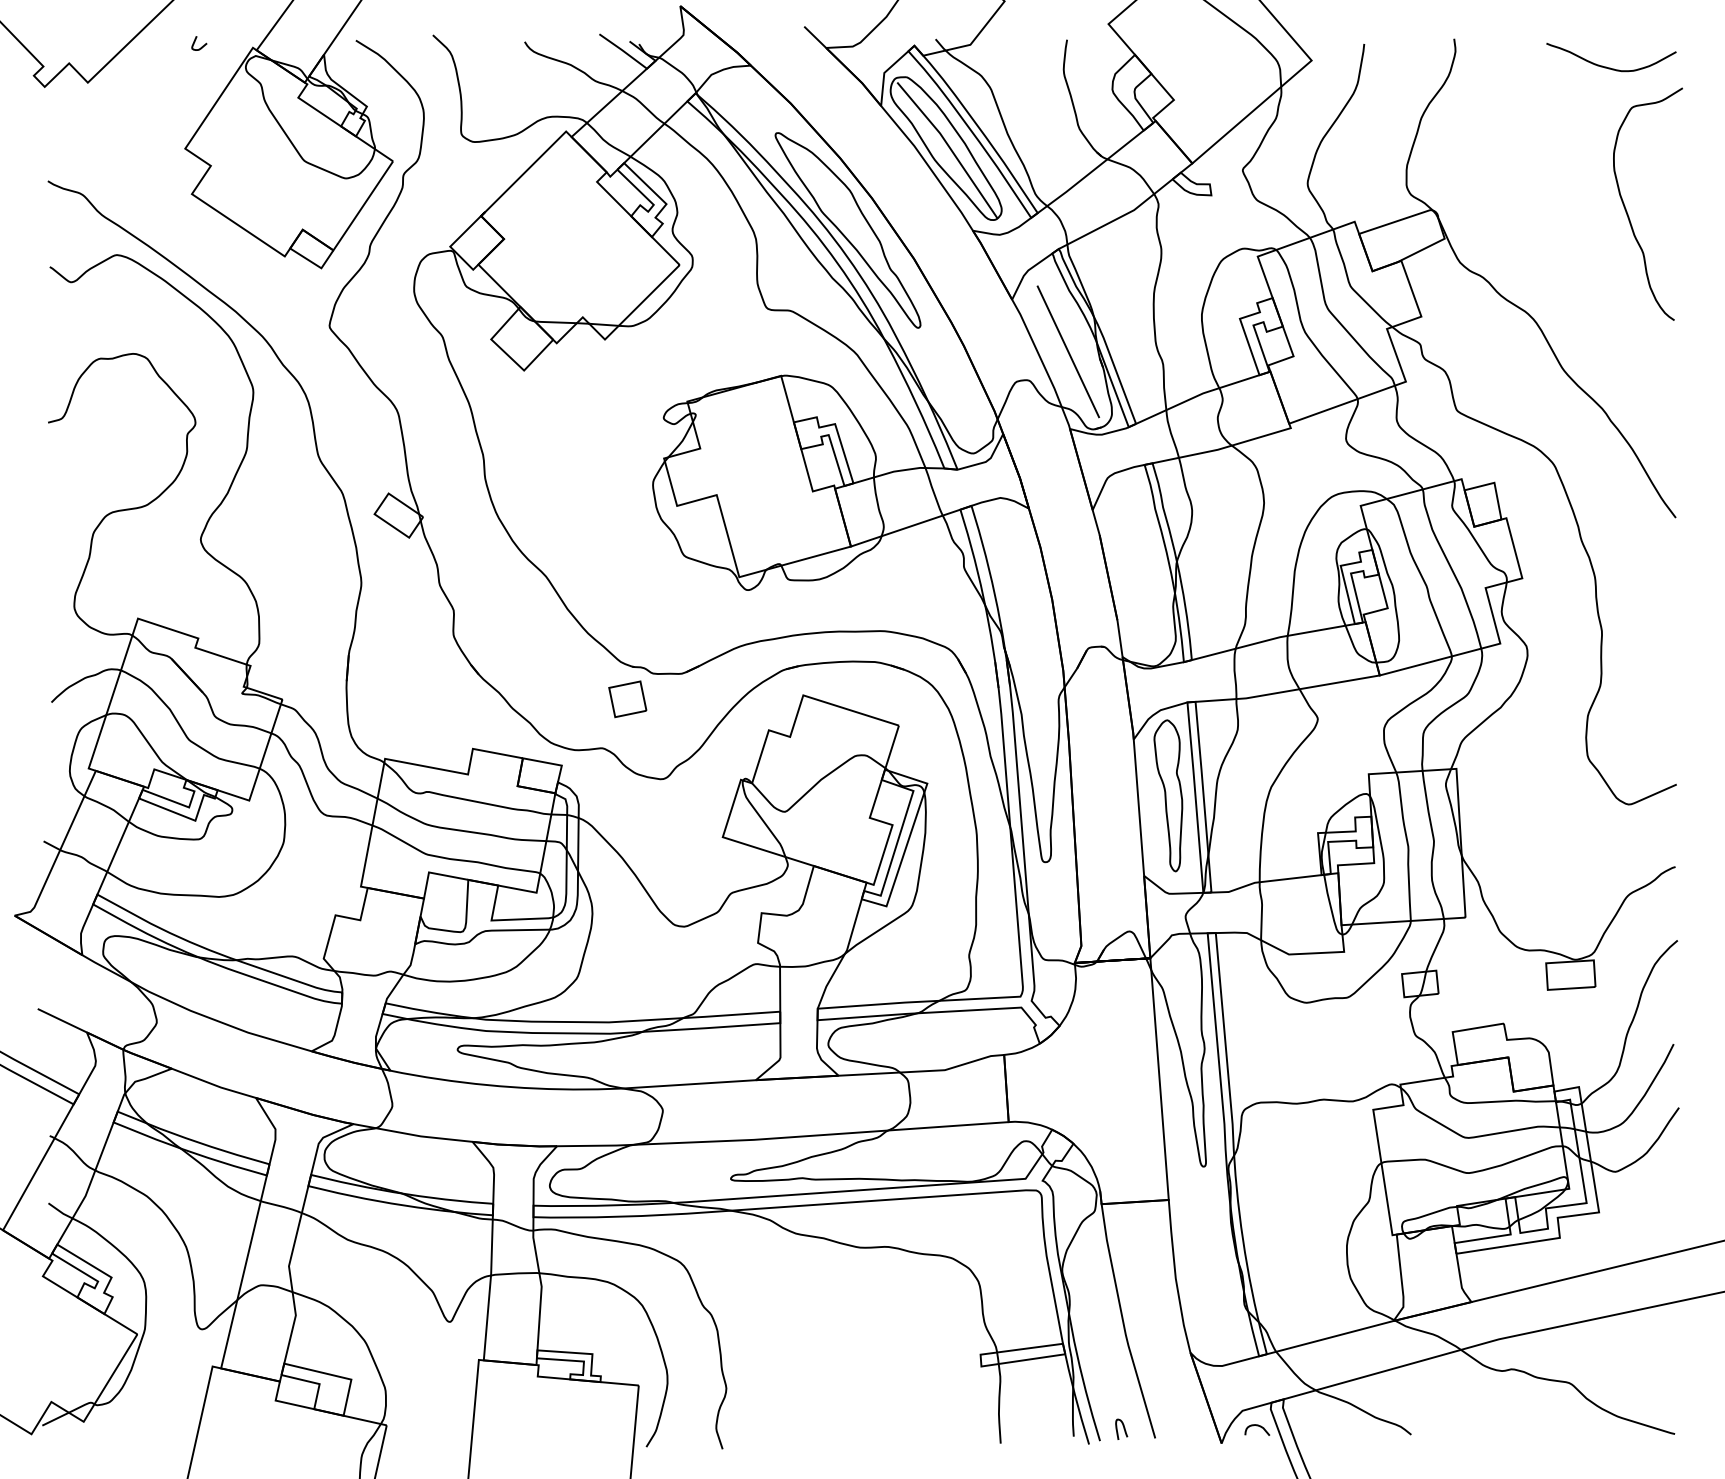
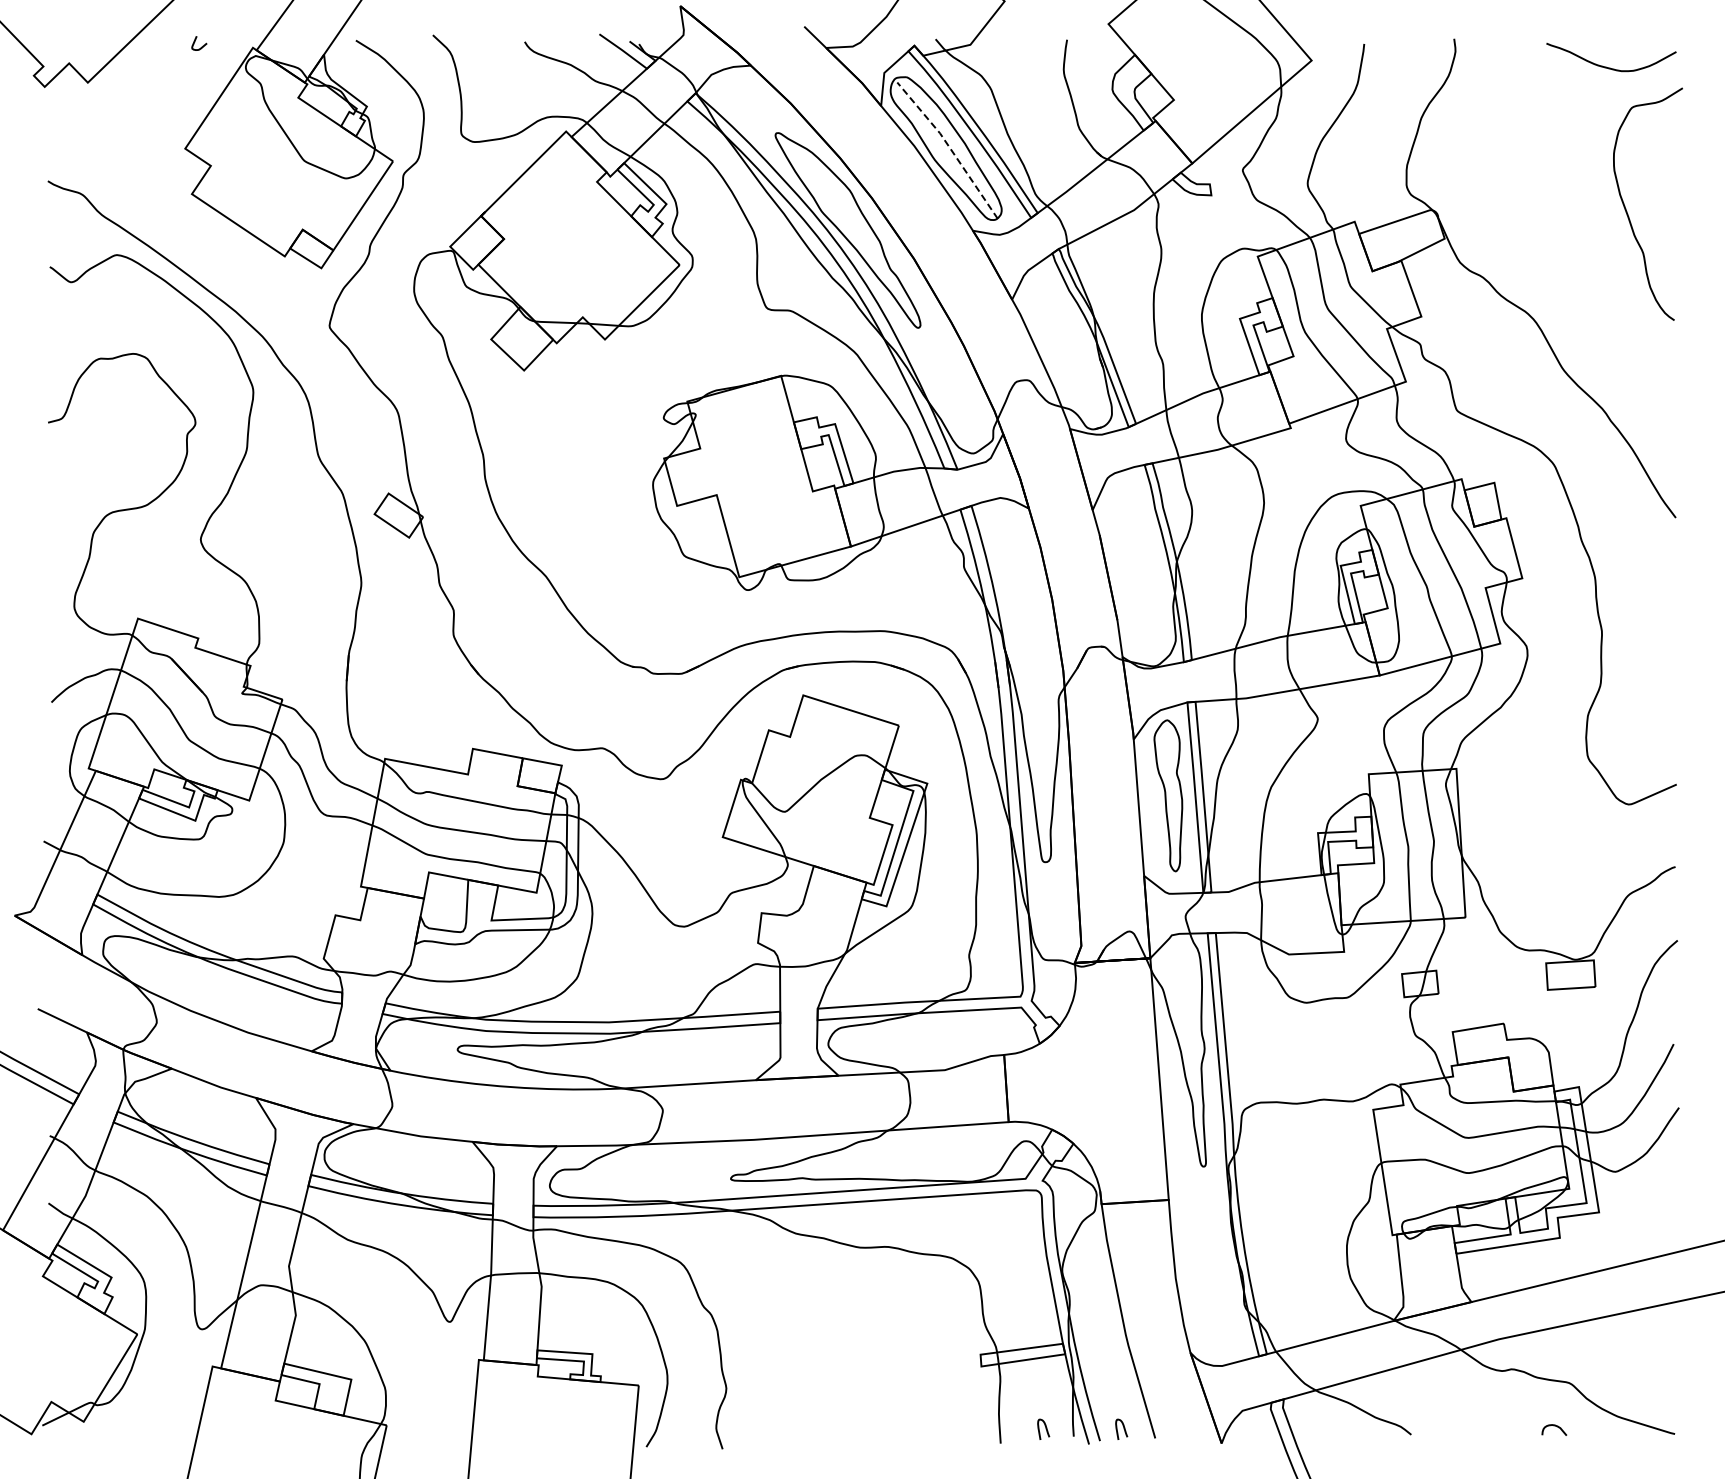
line at (950, 148): solid -> dashed
line at (1068, 351): present -> none
part at (627, 699): present -> none
curve at (1257, 1426) position: (1257, 1426) -> (1554, 1426)
curve at (1045, 1428): none -> present
